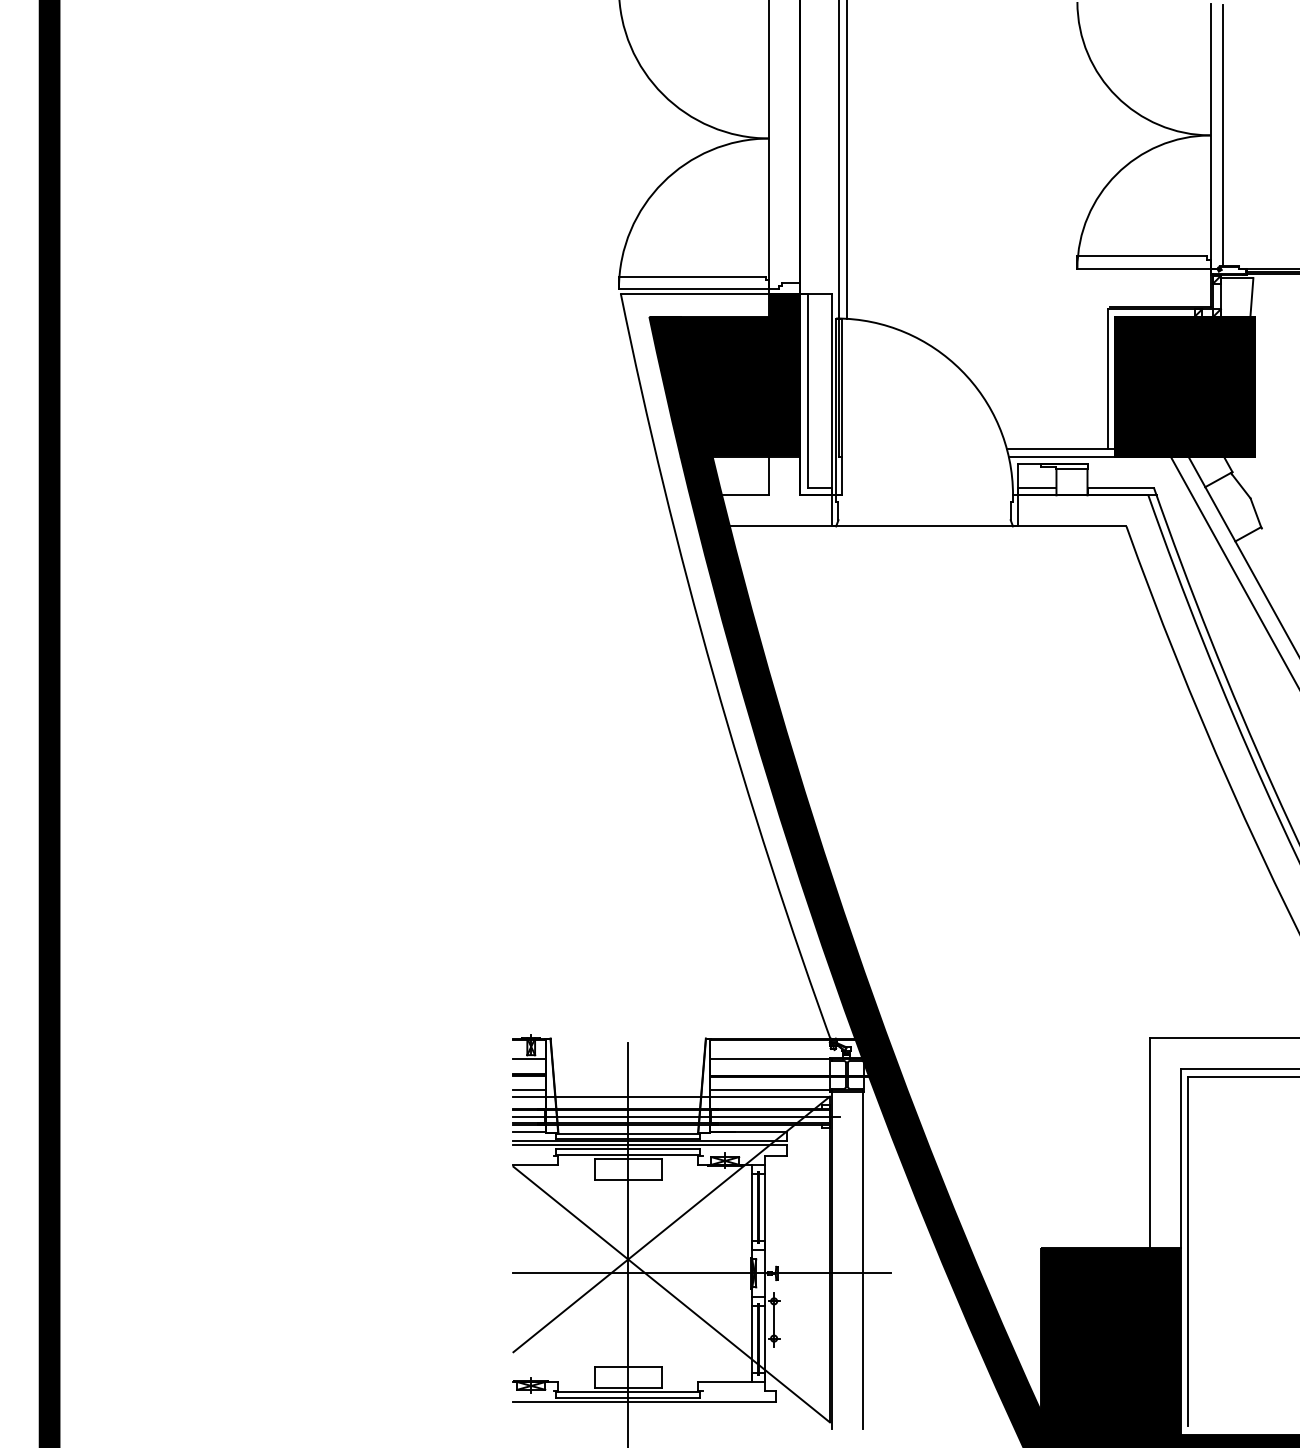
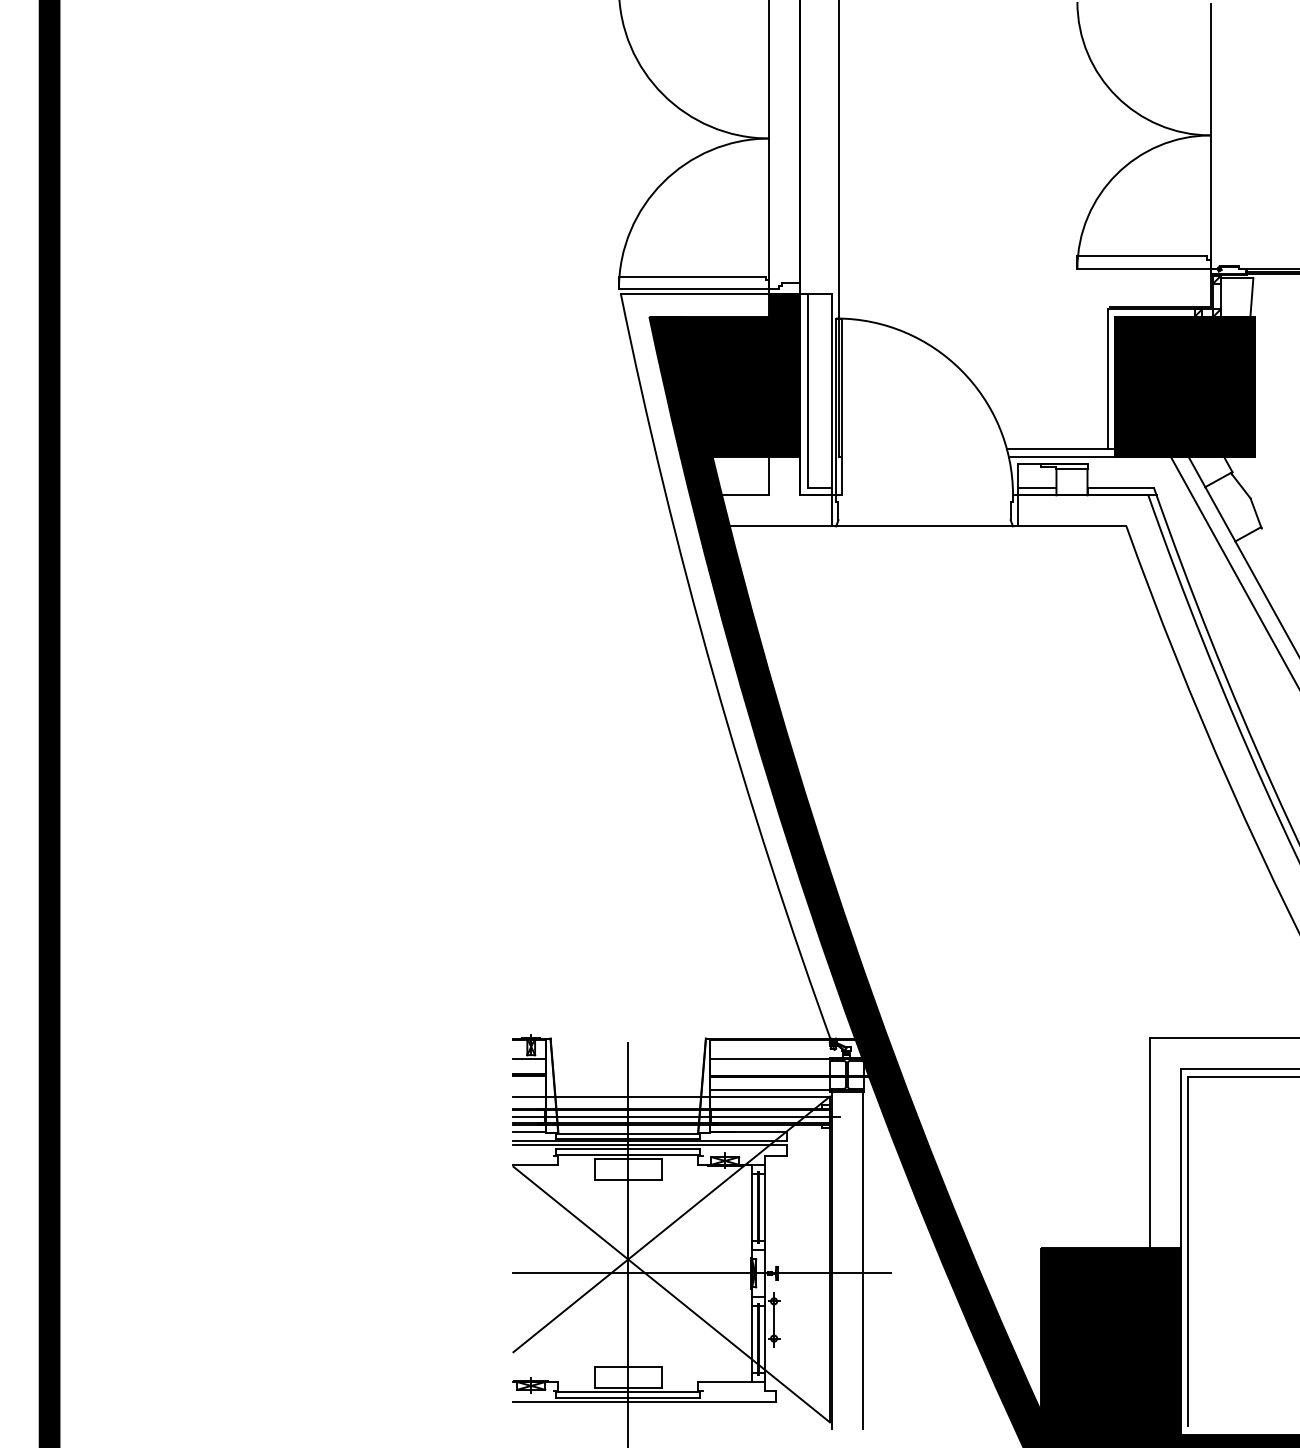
line at (1223, 135): present -> none
line at (847, 160): present -> none
line at (529, 1090): present -> none
